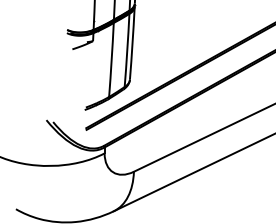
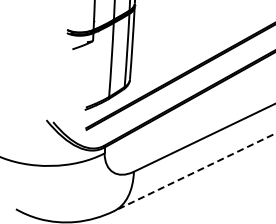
line at (194, 172): solid -> dashed
